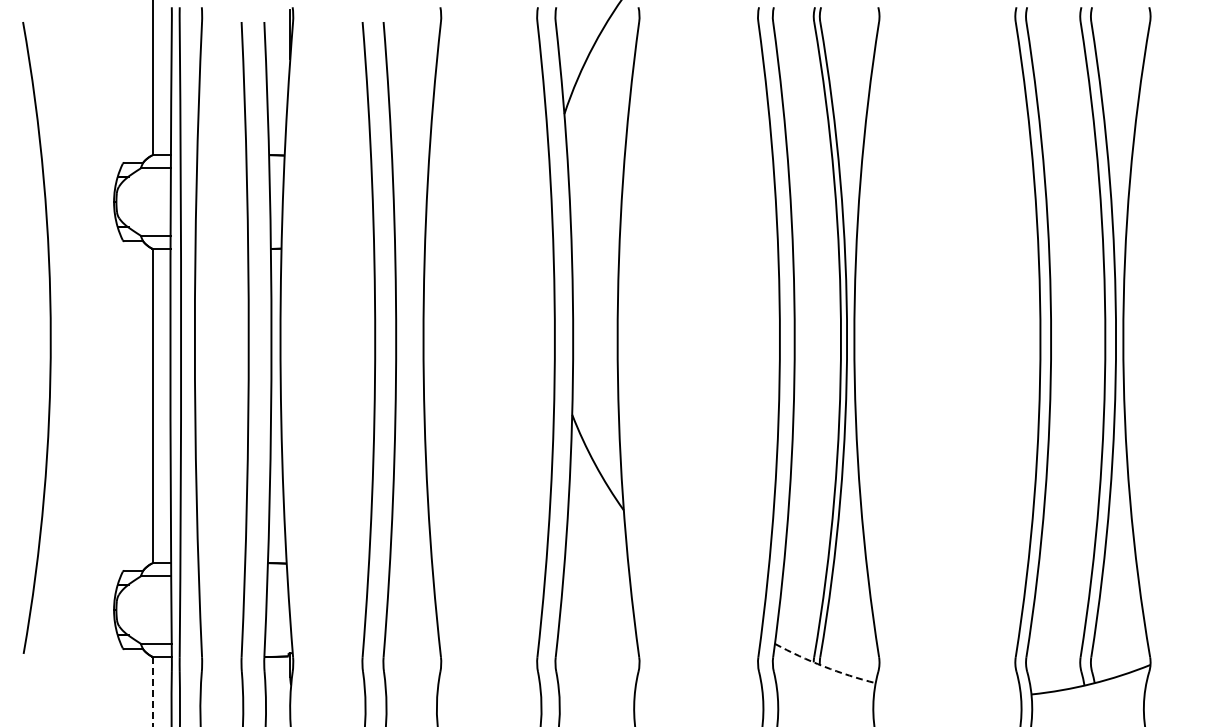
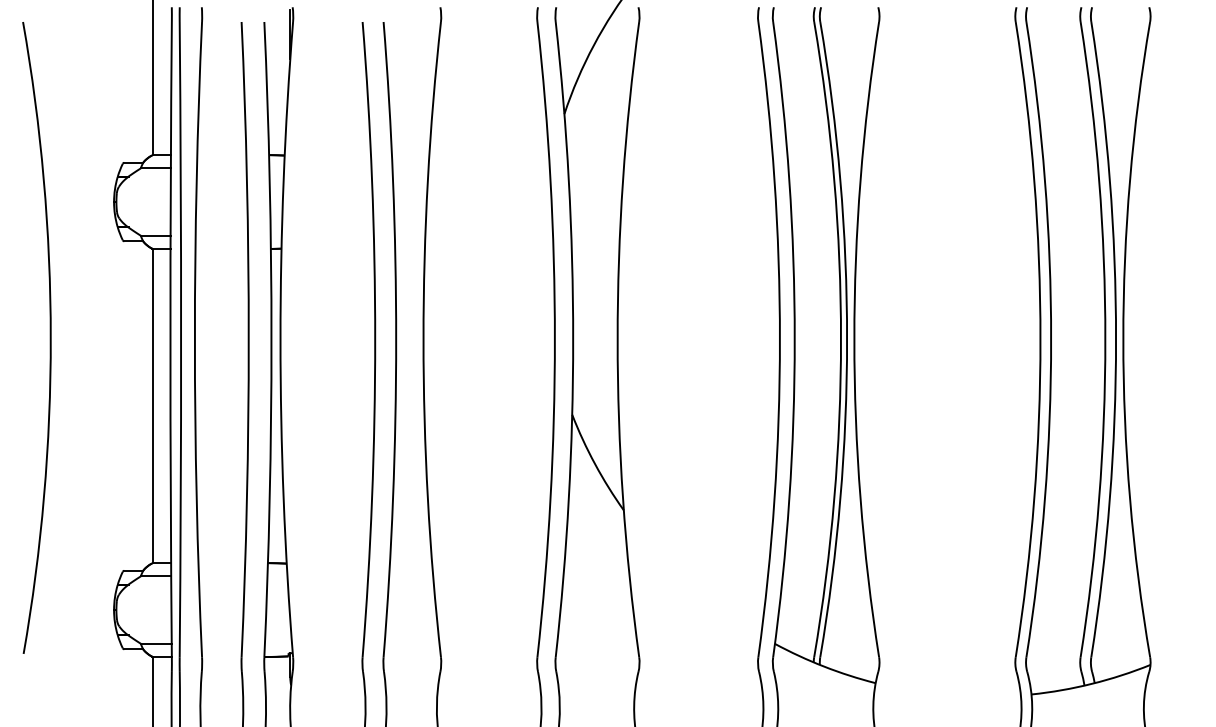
arc at (824, 666): dashed -> solid
line at (153, 691): dashed -> solid
